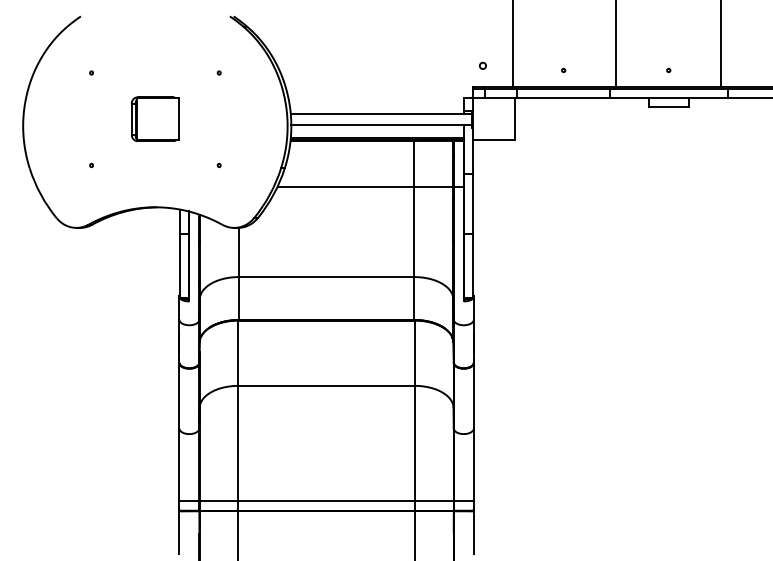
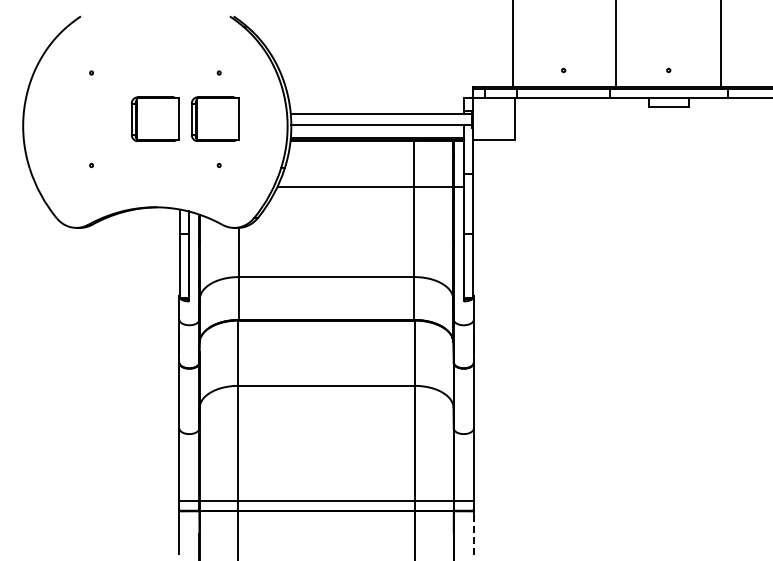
circle at (482, 65): present -> none
part at (214, 118): none -> present
line at (473, 536): solid -> dashed
